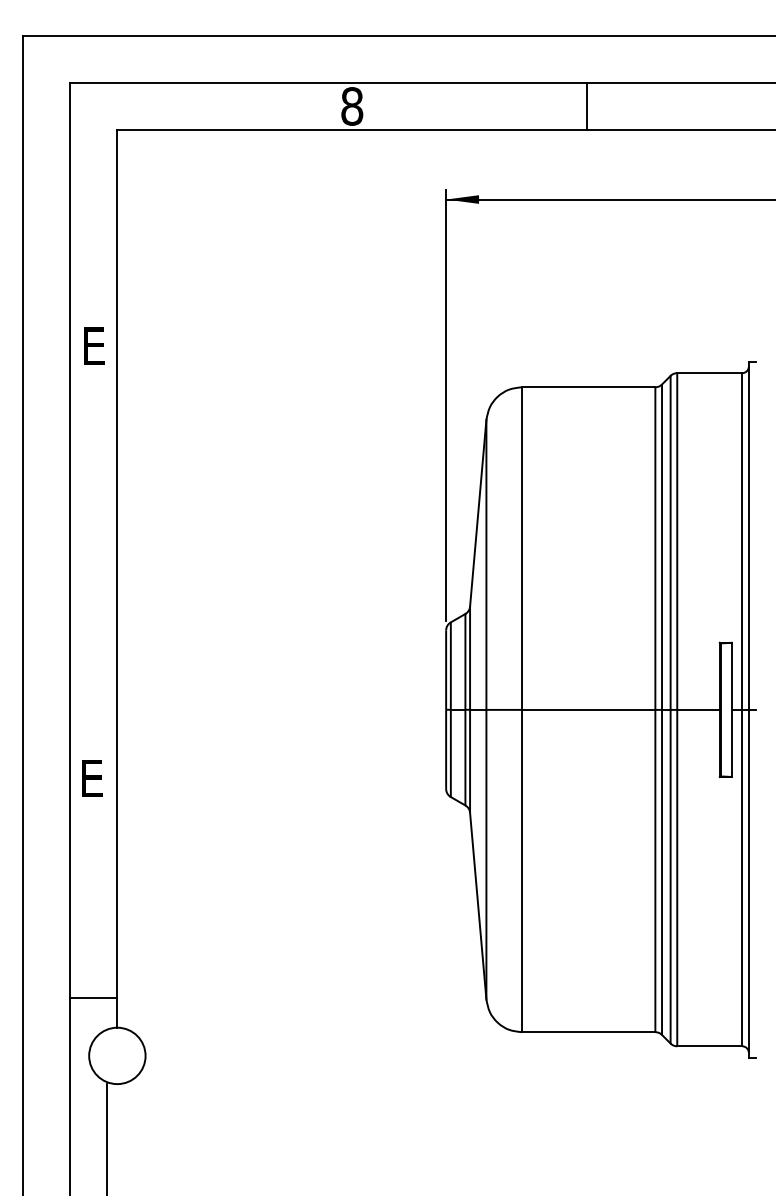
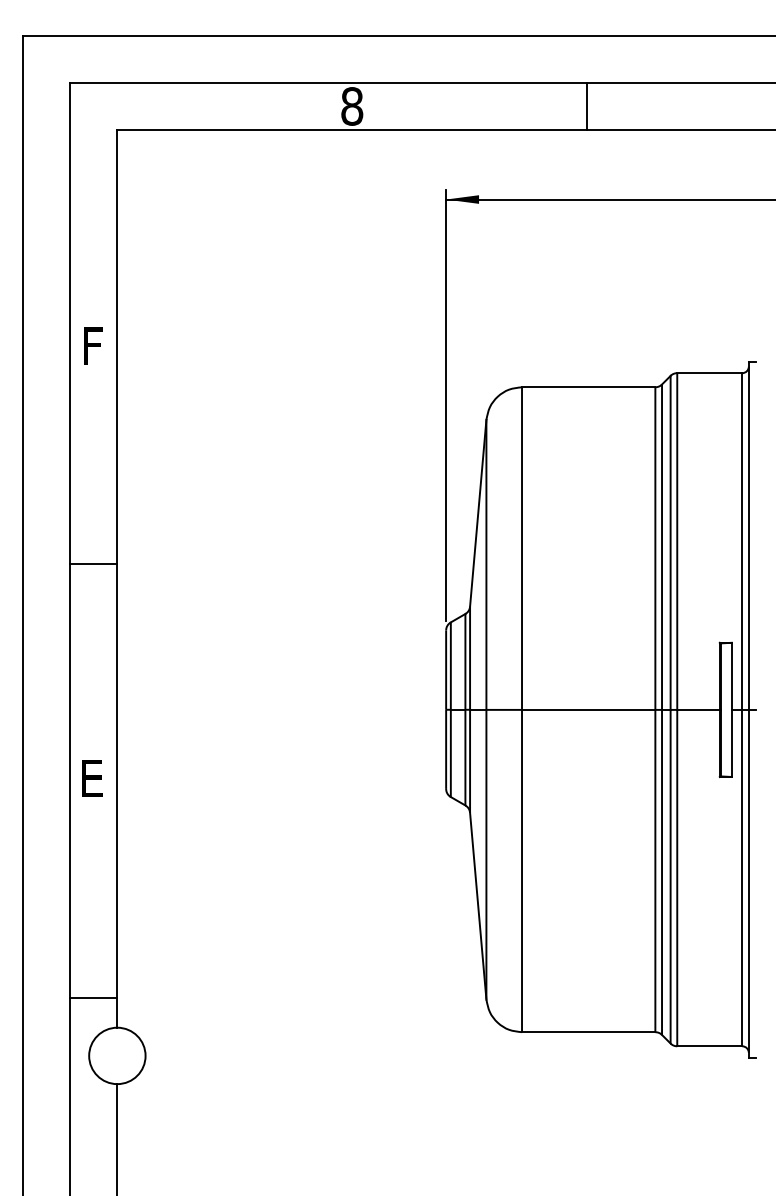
text at (96, 345): E -> F
line at (93, 563): none -> present
line at (107, 1138) position: (107, 1138) -> (117, 1138)
